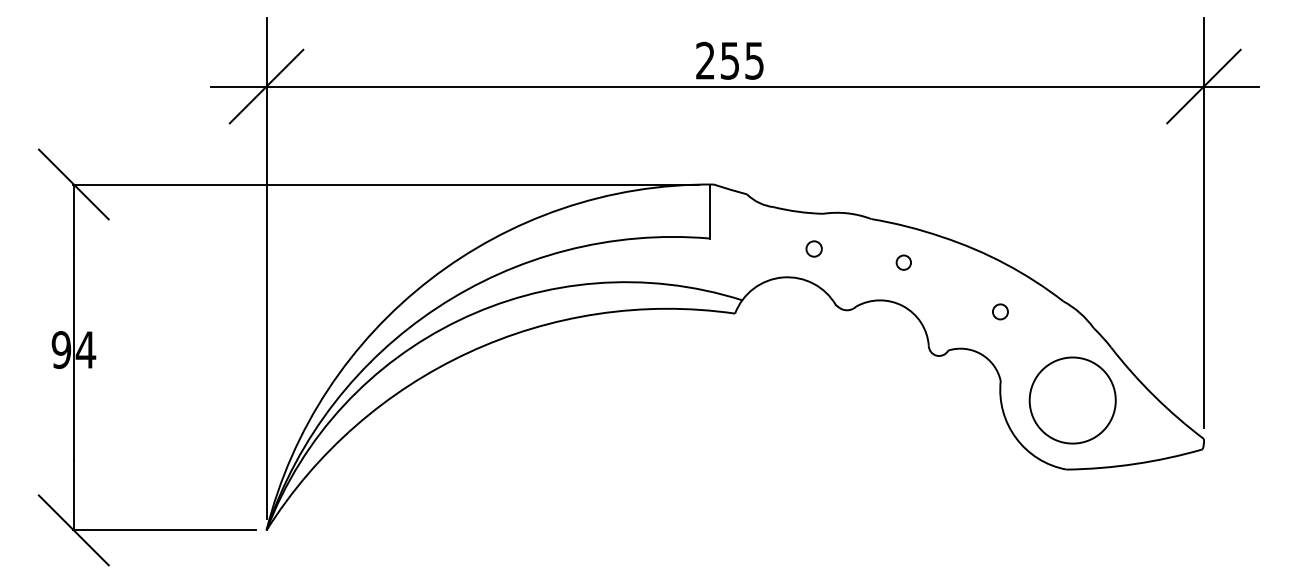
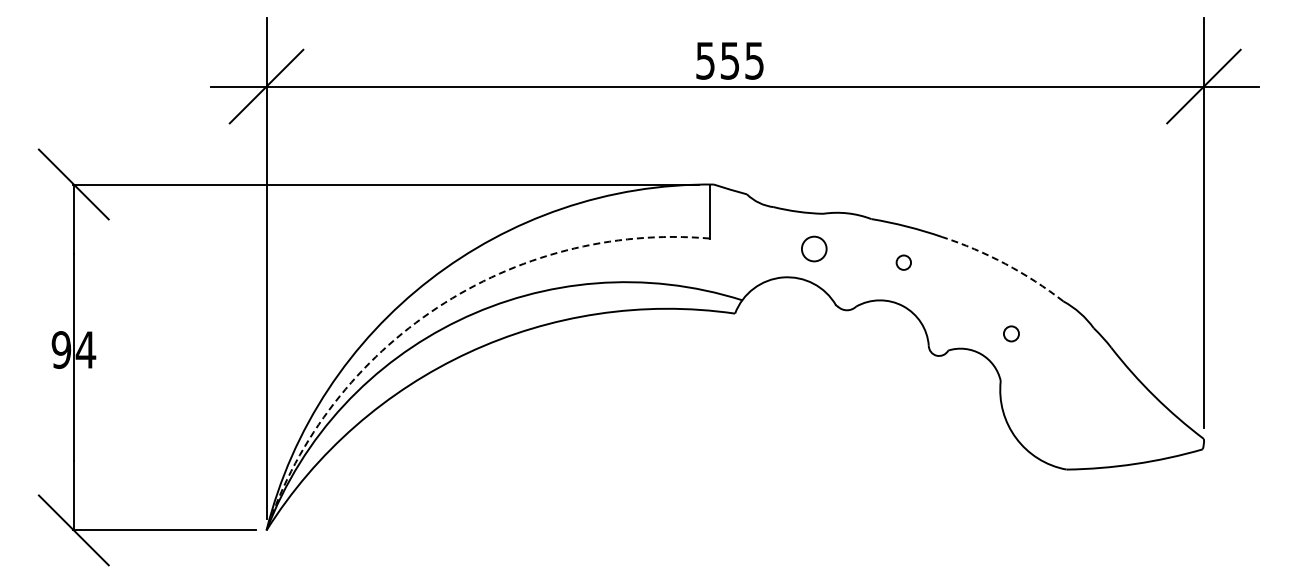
text at (705, 60): 255 -> 555
circle at (813, 248) size: 18x18 px -> 27x28 px
arc at (1005, 263): solid -> dashed
arc at (437, 307): solid -> dashed
circle at (1000, 311) position: (1000, 311) -> (1011, 333)
circle at (1072, 400): present -> none
